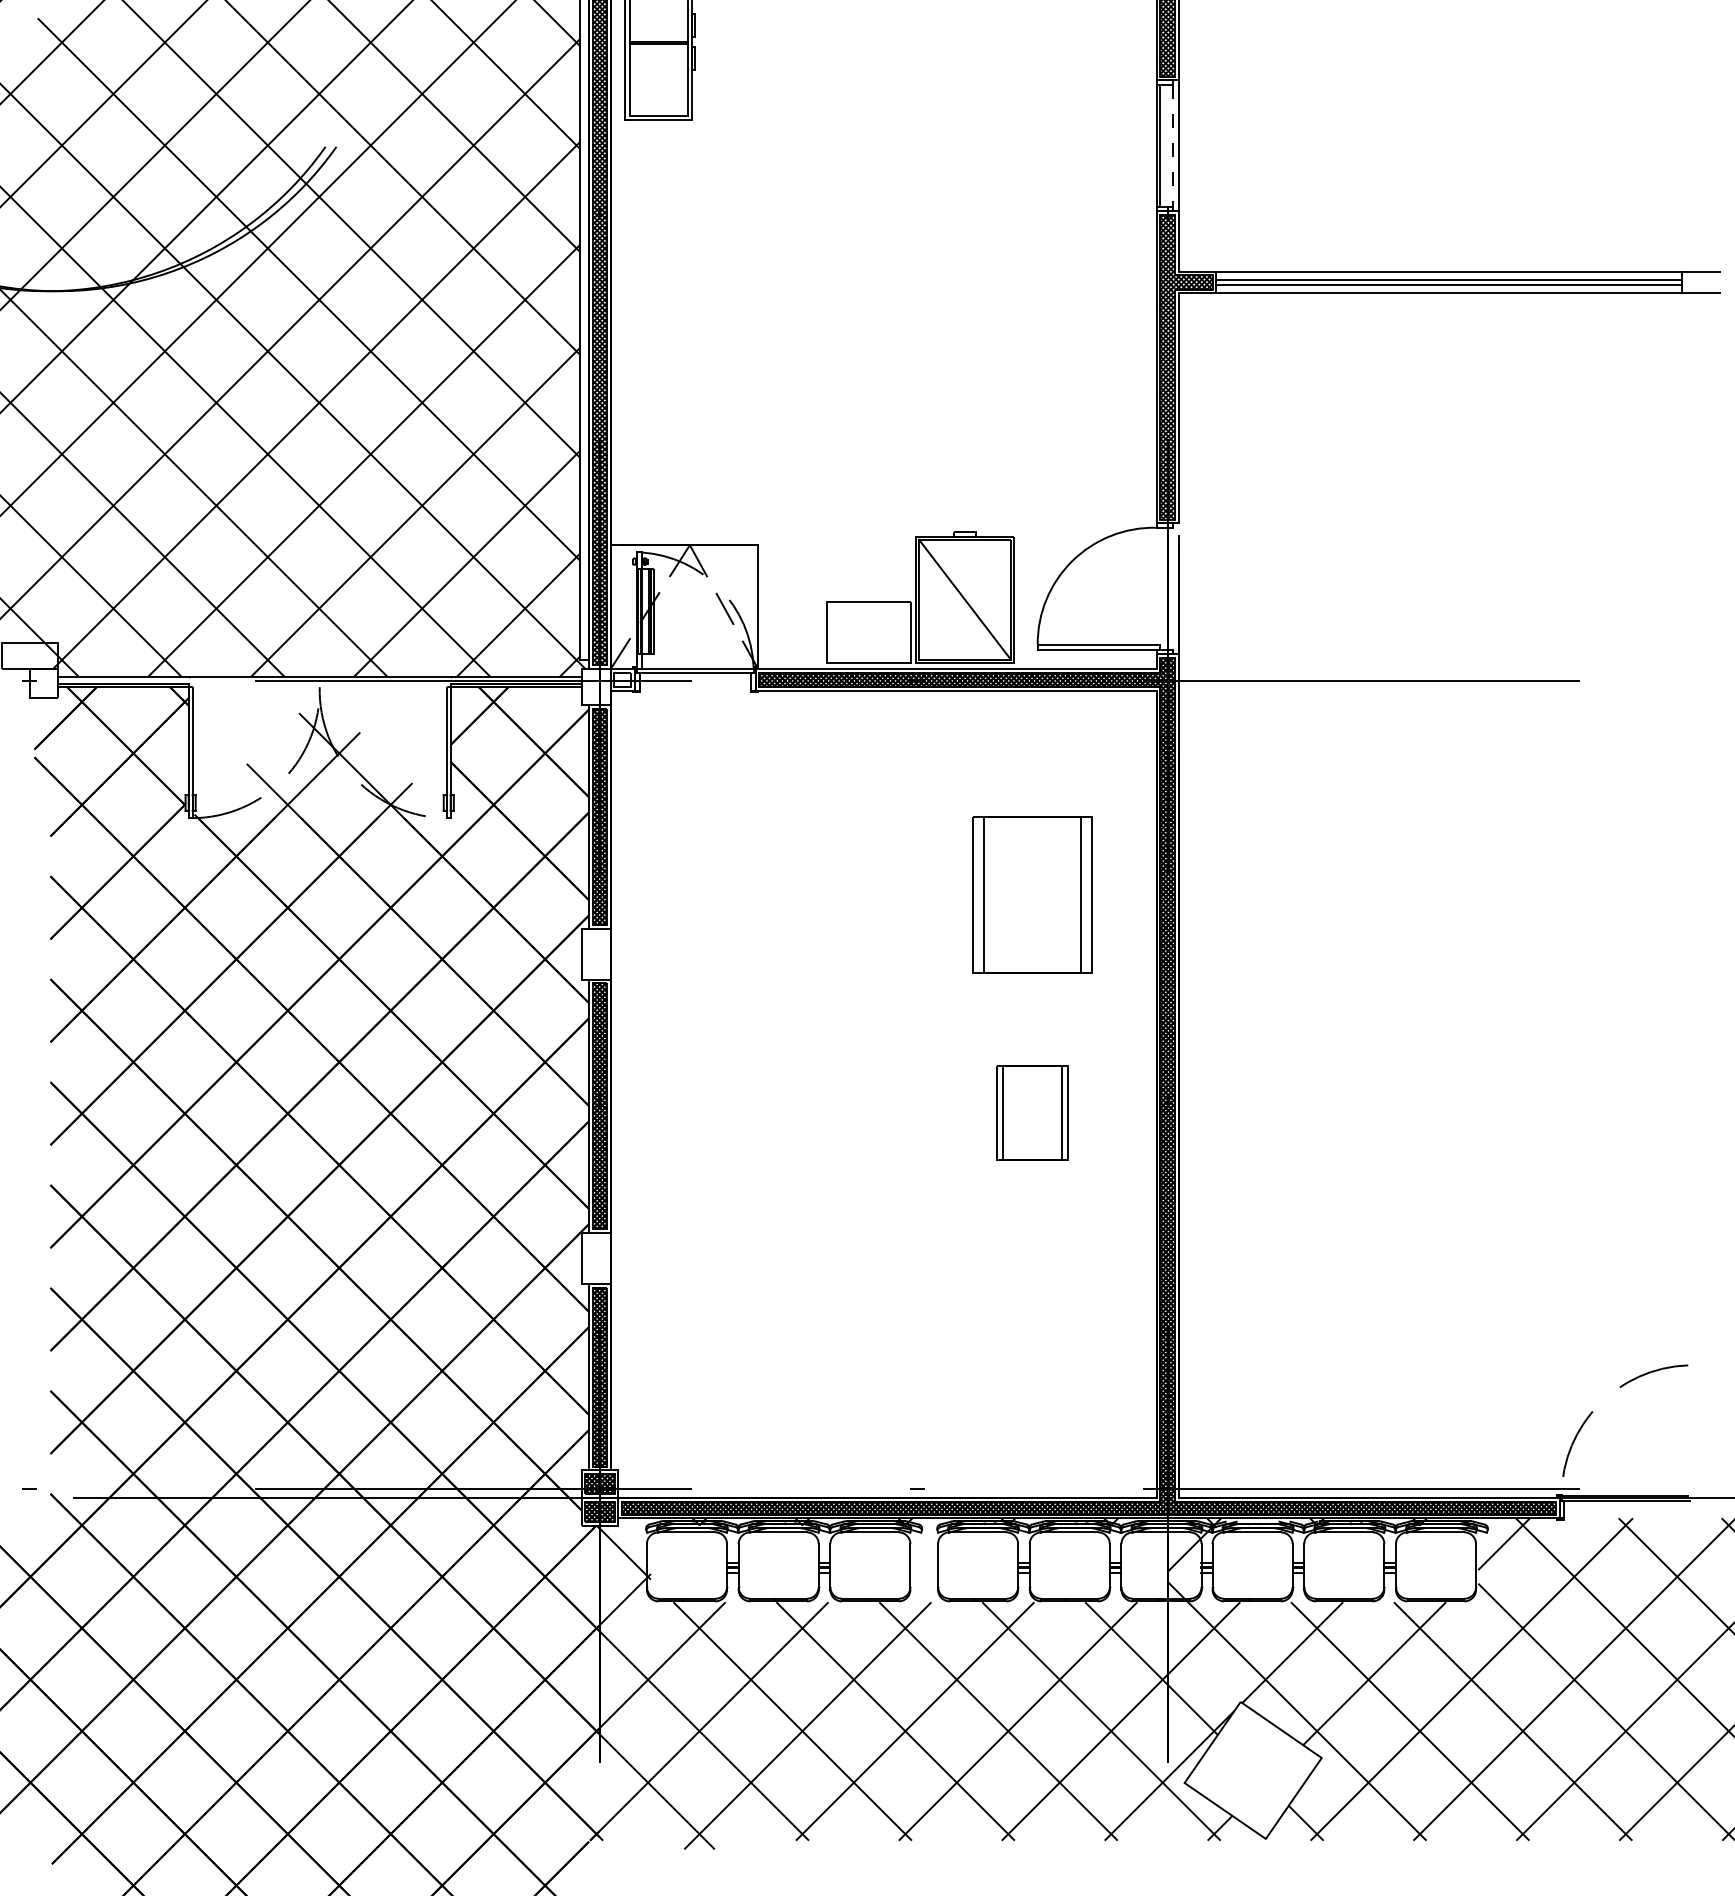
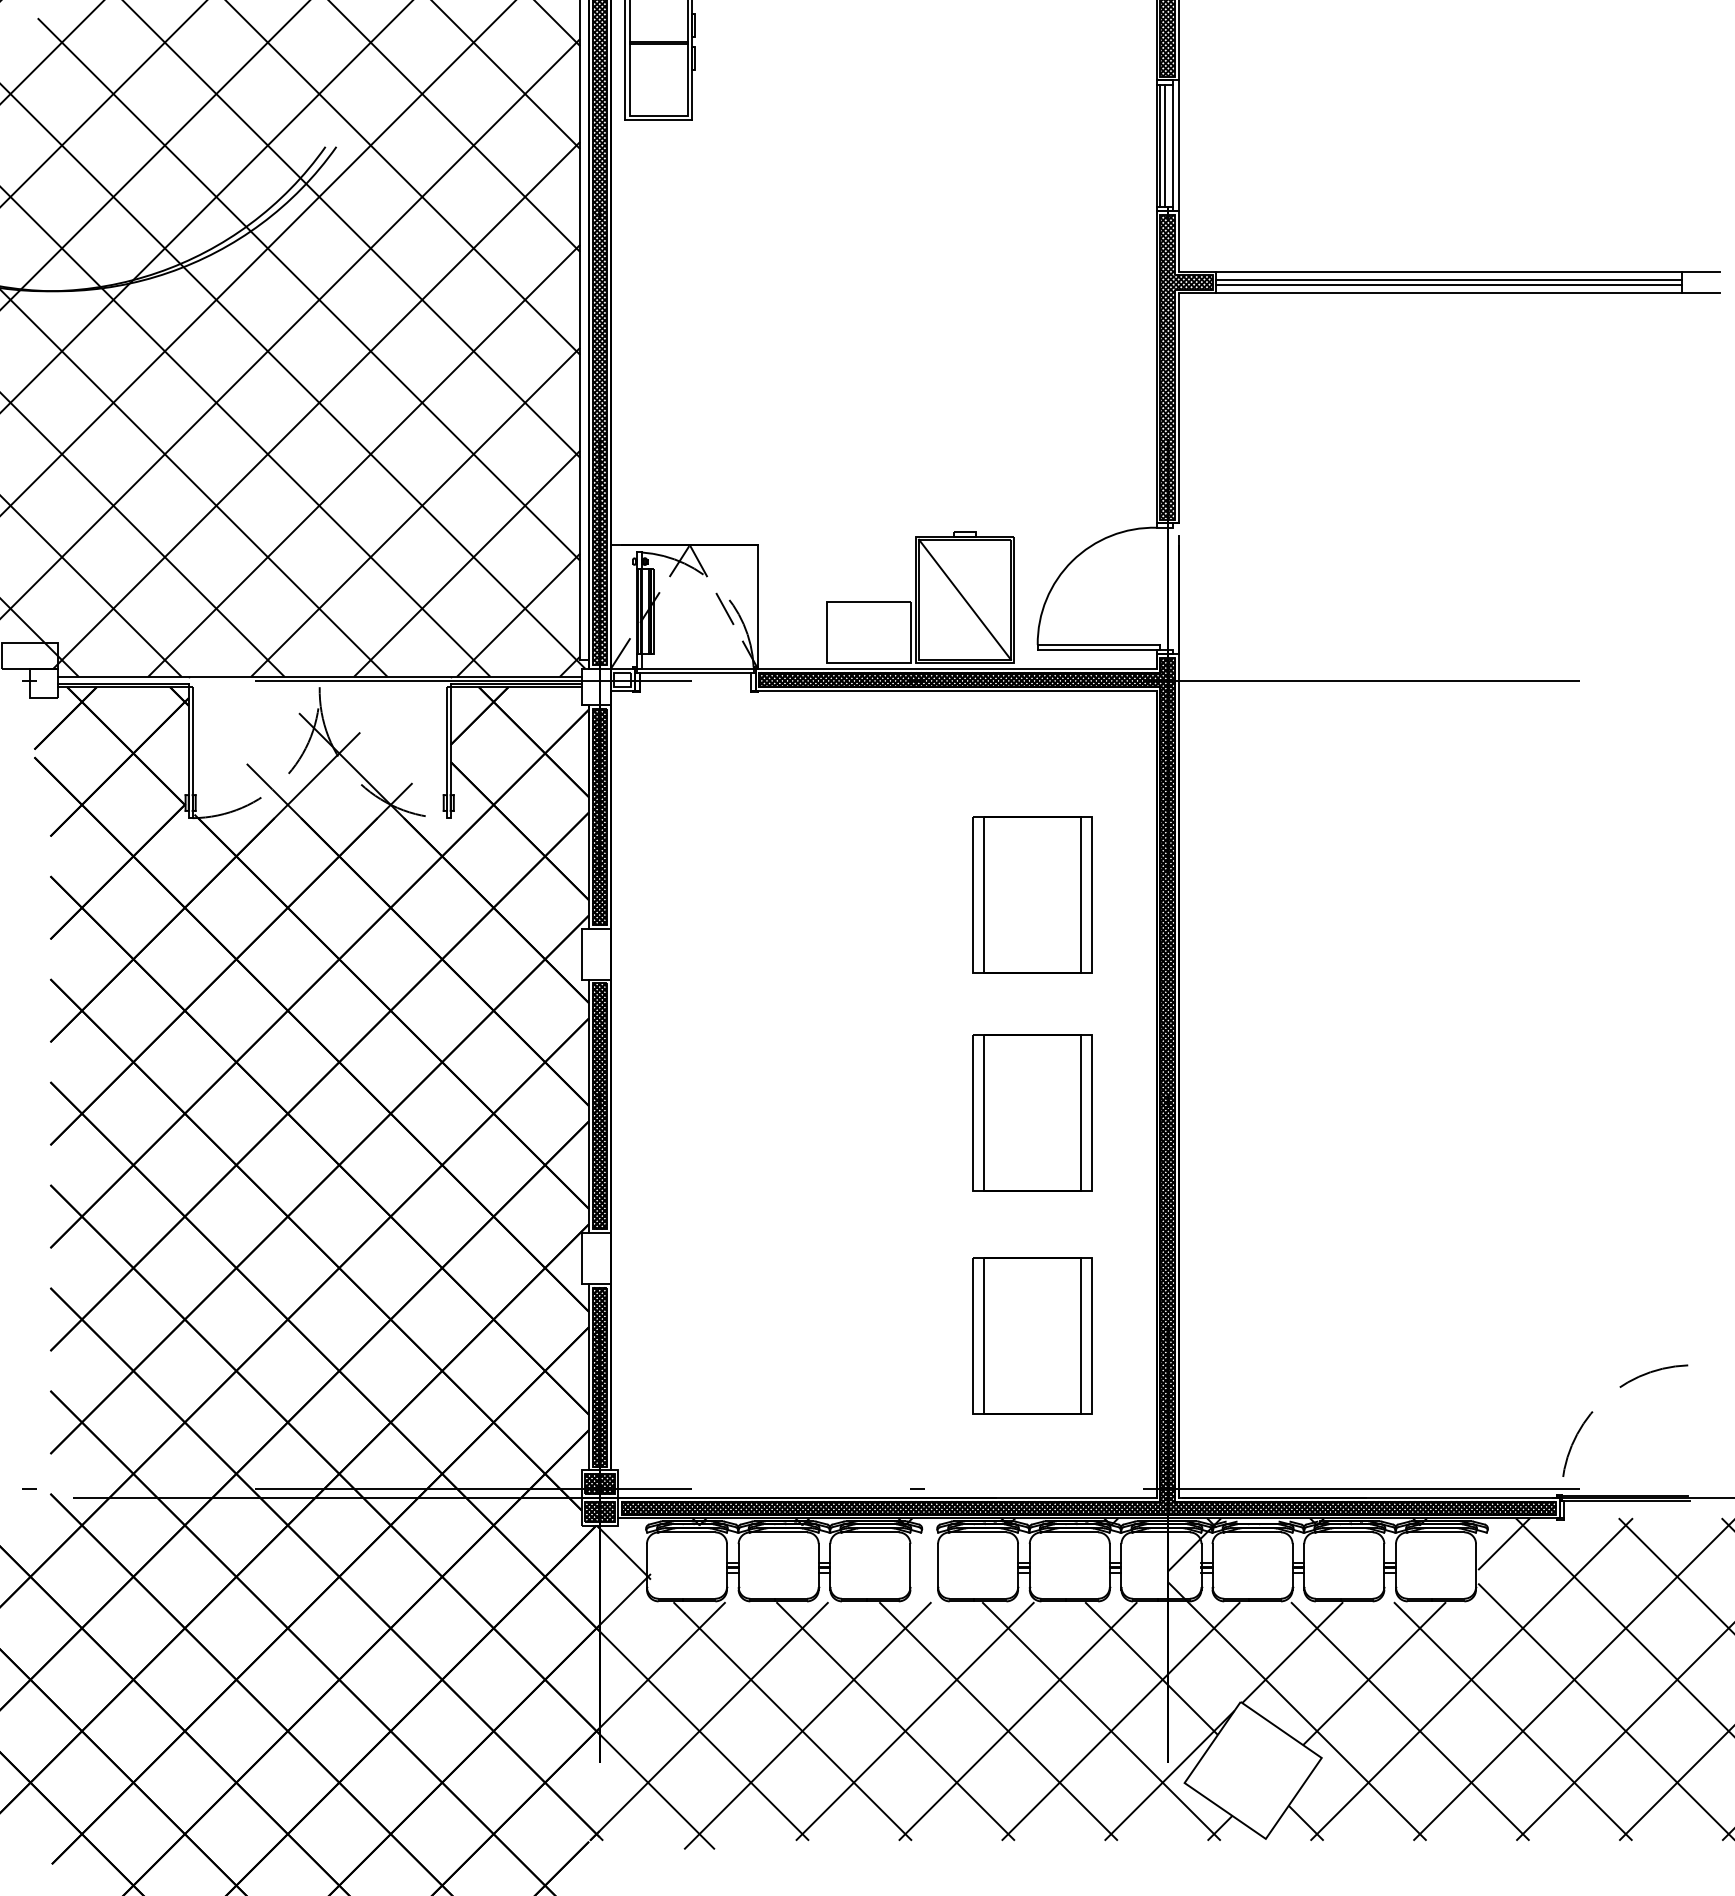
line at (1164, 145): none -> present
line at (1173, 146): dashed -> solid
part at (1032, 1112) size: 73x96 px -> 121x158 px
part at (1032, 1335): none -> present
